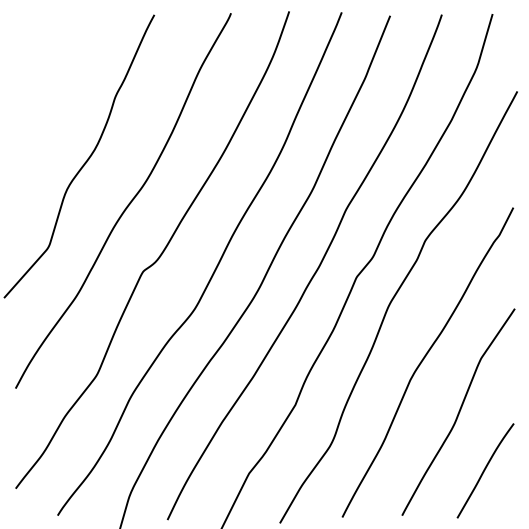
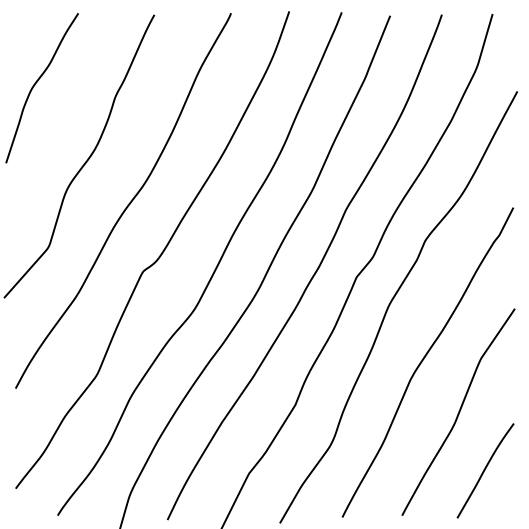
curve at (35, 85): none -> present
